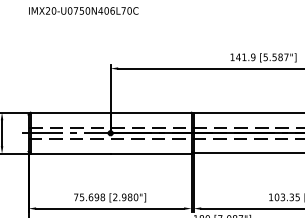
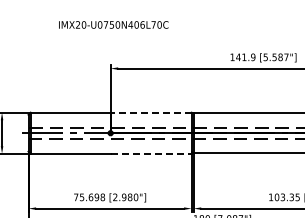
text at (83, 10) position: (83, 10) -> (113, 24)
line at (150, 112): solid -> dashed
line at (151, 153): solid -> dashed
